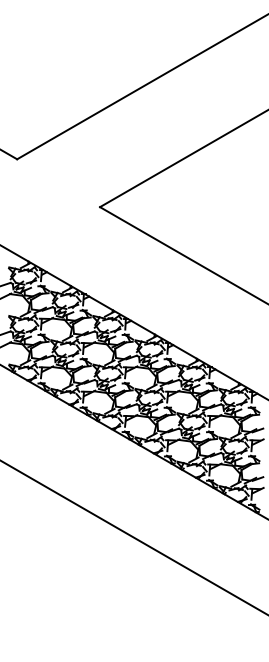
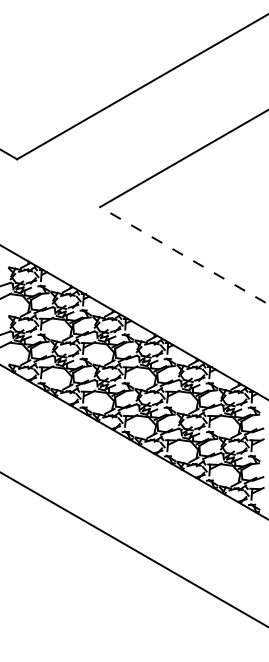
line at (184, 255): solid -> dashed
line at (133, 537) position: (133, 537) -> (133, 549)
